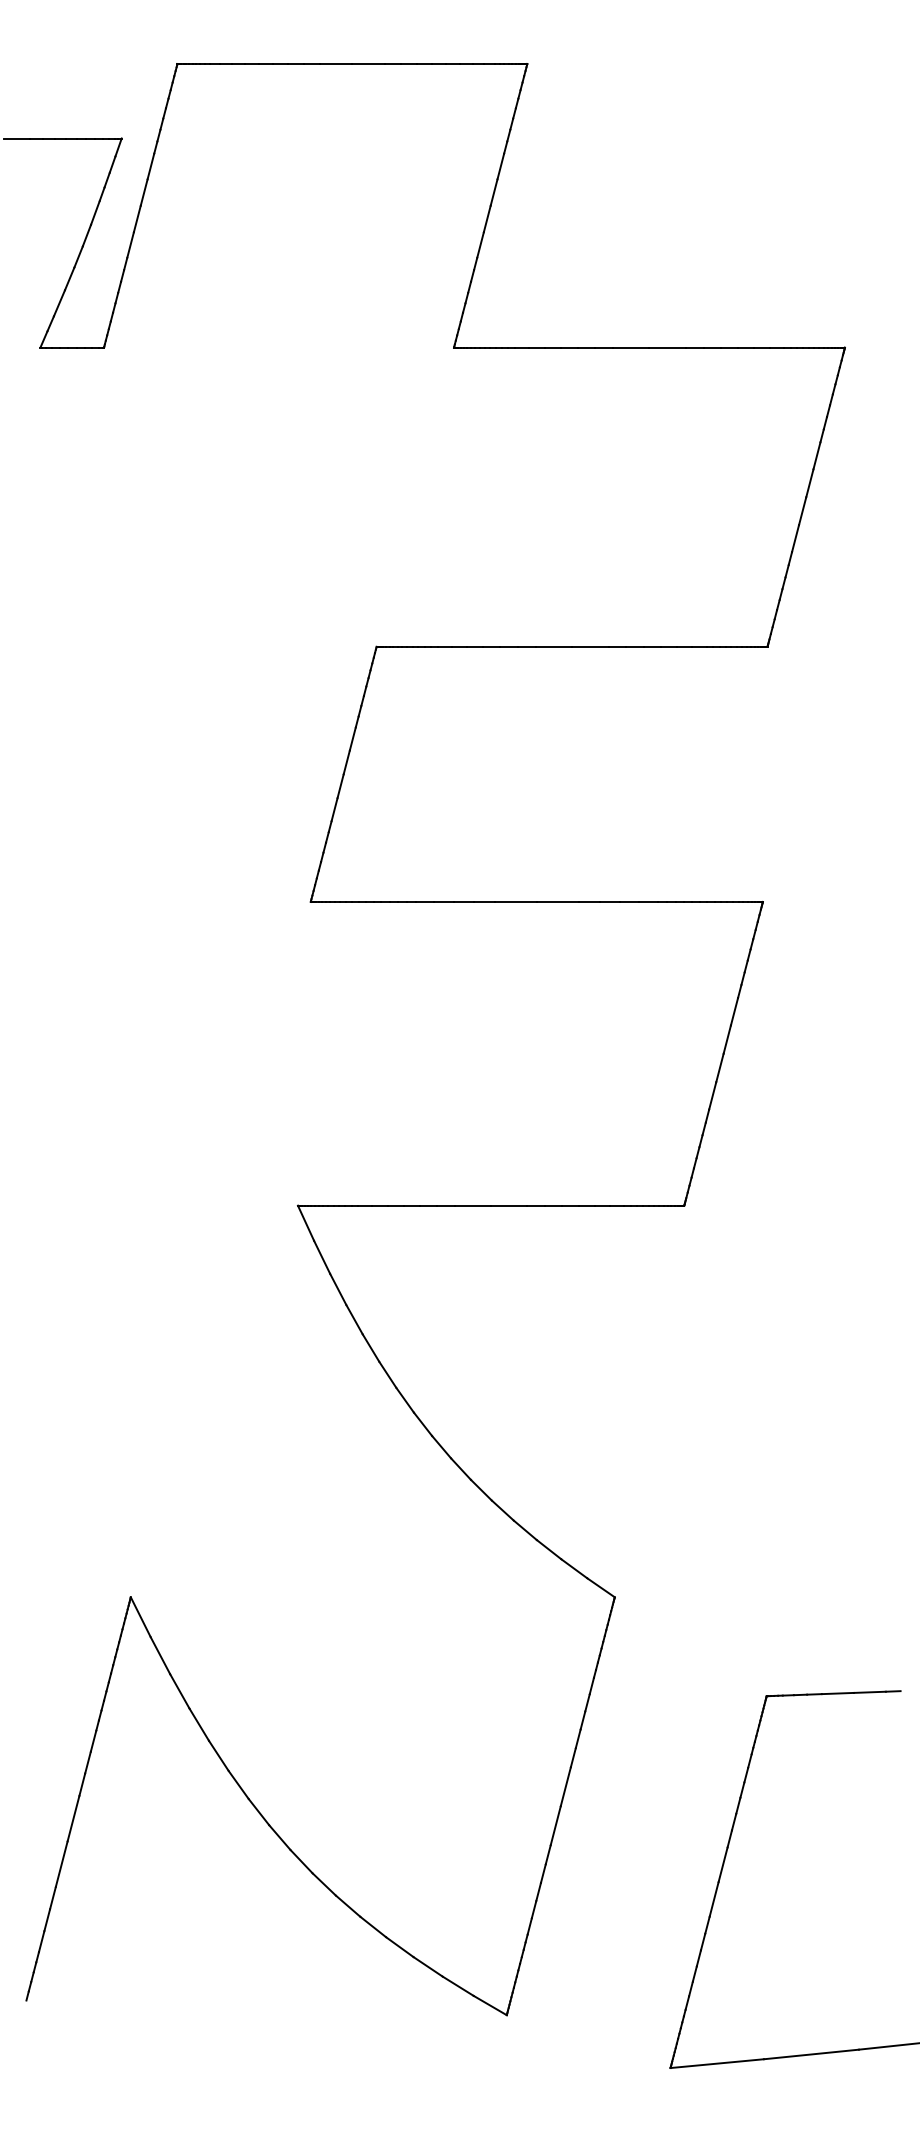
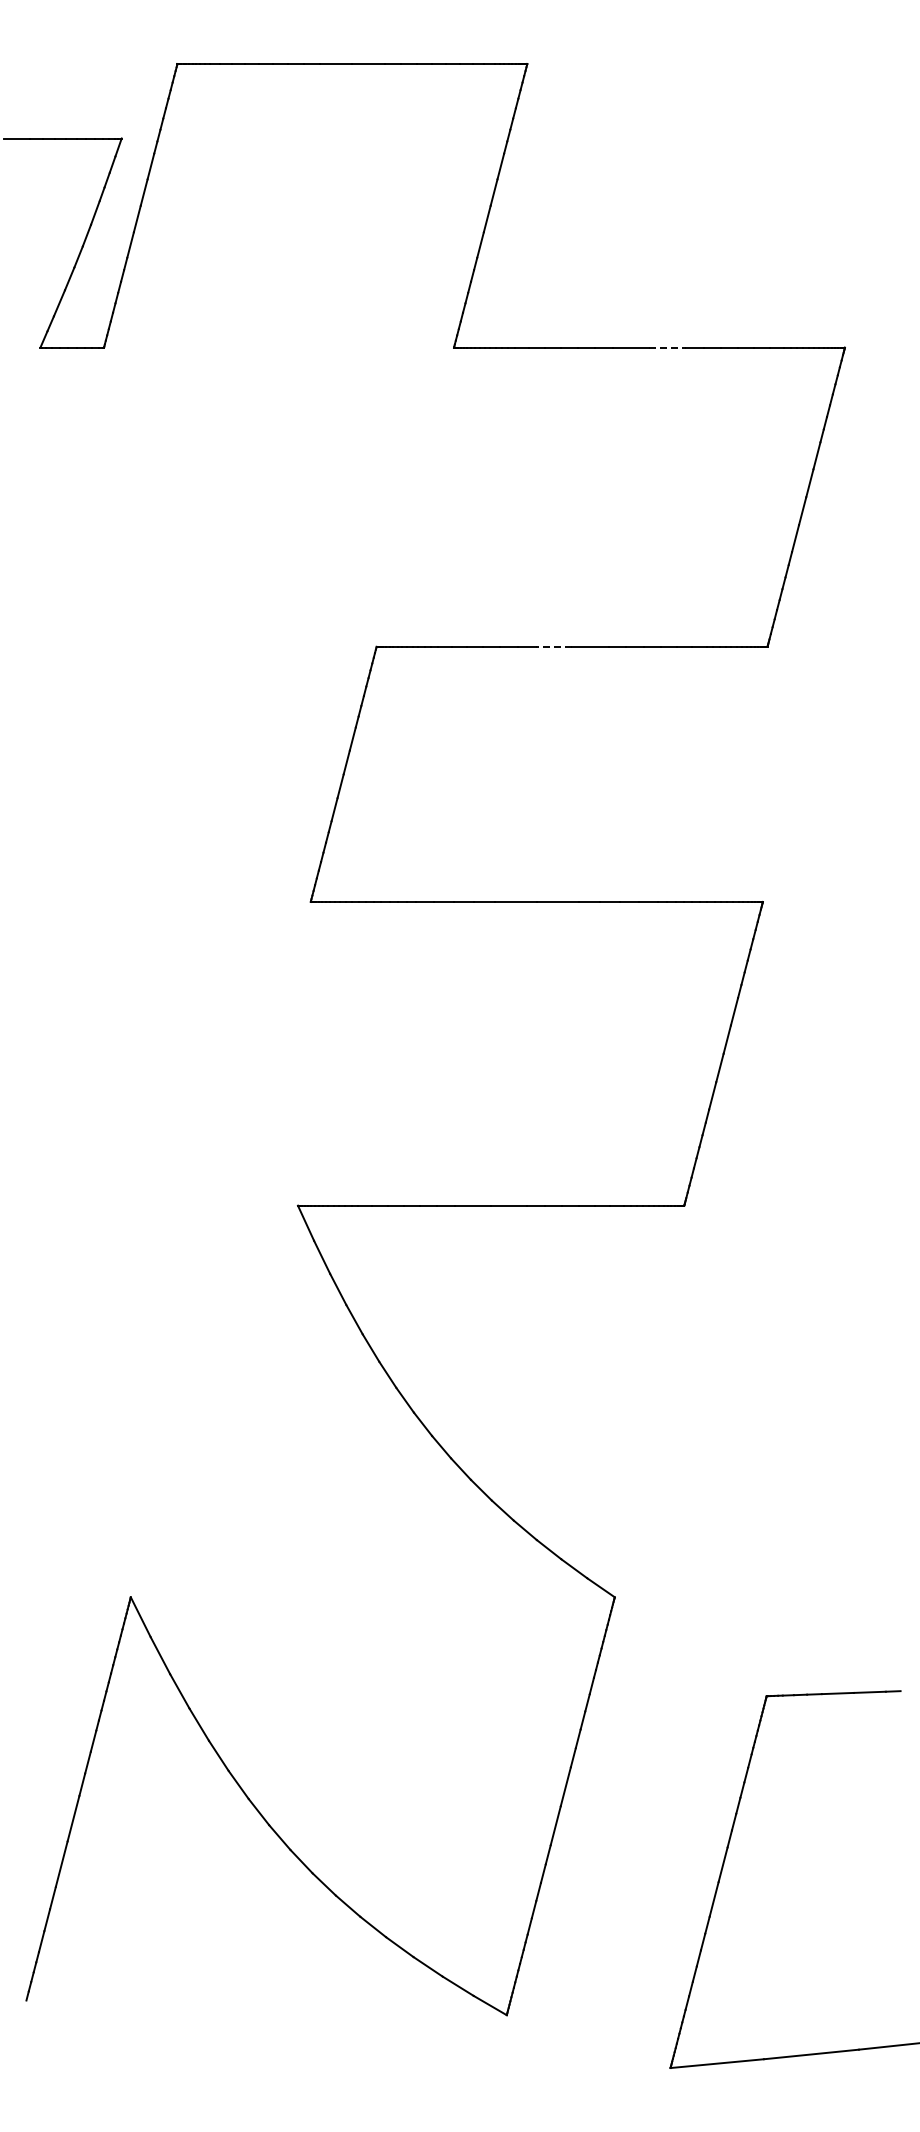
line at (668, 347): solid -> dashed
line at (553, 646): solid -> dashed
